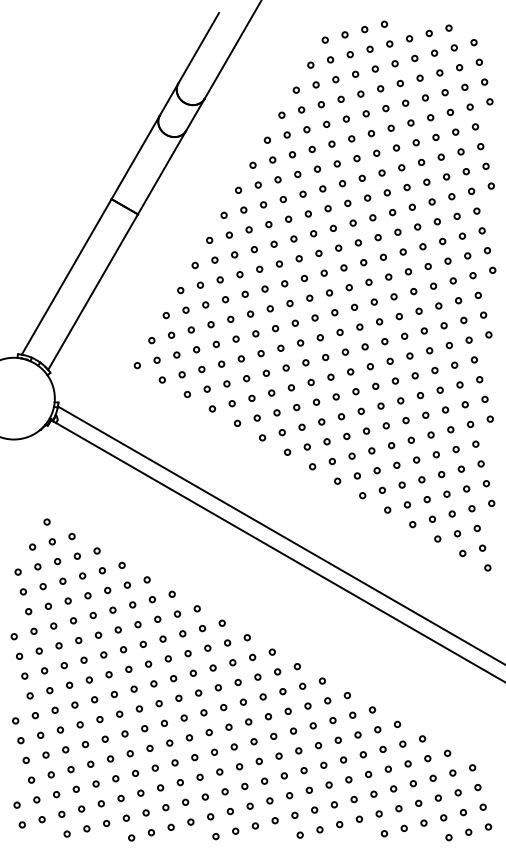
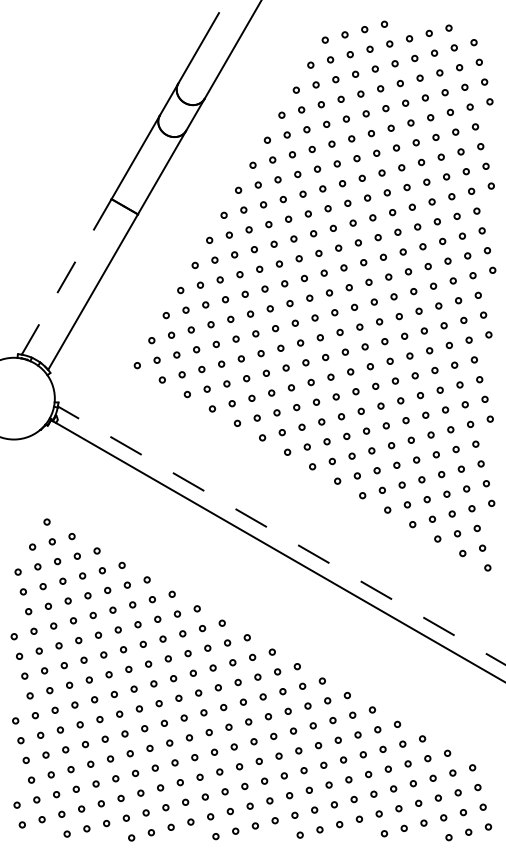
line at (66, 276): solid -> dashed
line at (281, 535): solid -> dashed
